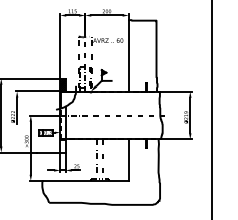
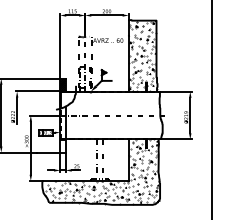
hatch at (142, 56): none -> present
hatch at (102, 171): none -> present
